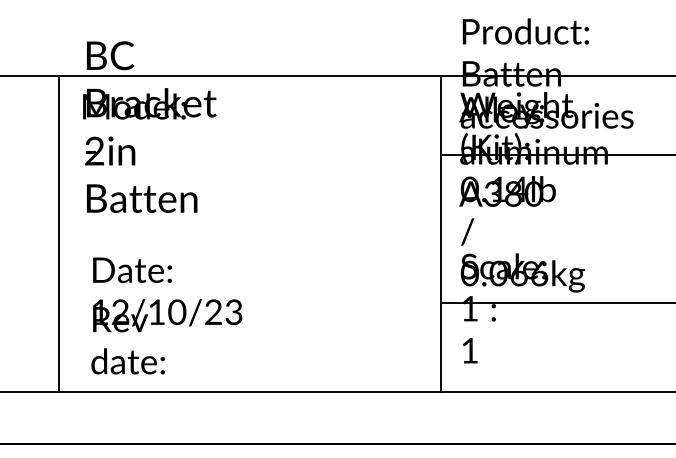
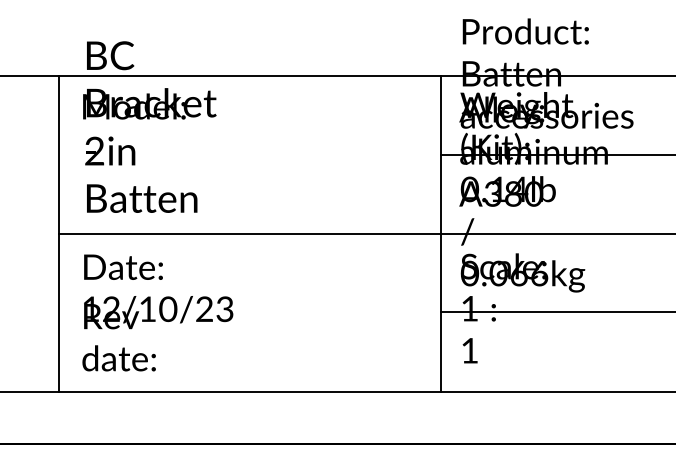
line at (365, 233): none -> present
line at (556, 303) position: (556, 303) -> (556, 312)
text at (166, 315) position: (166, 315) -> (157, 312)
